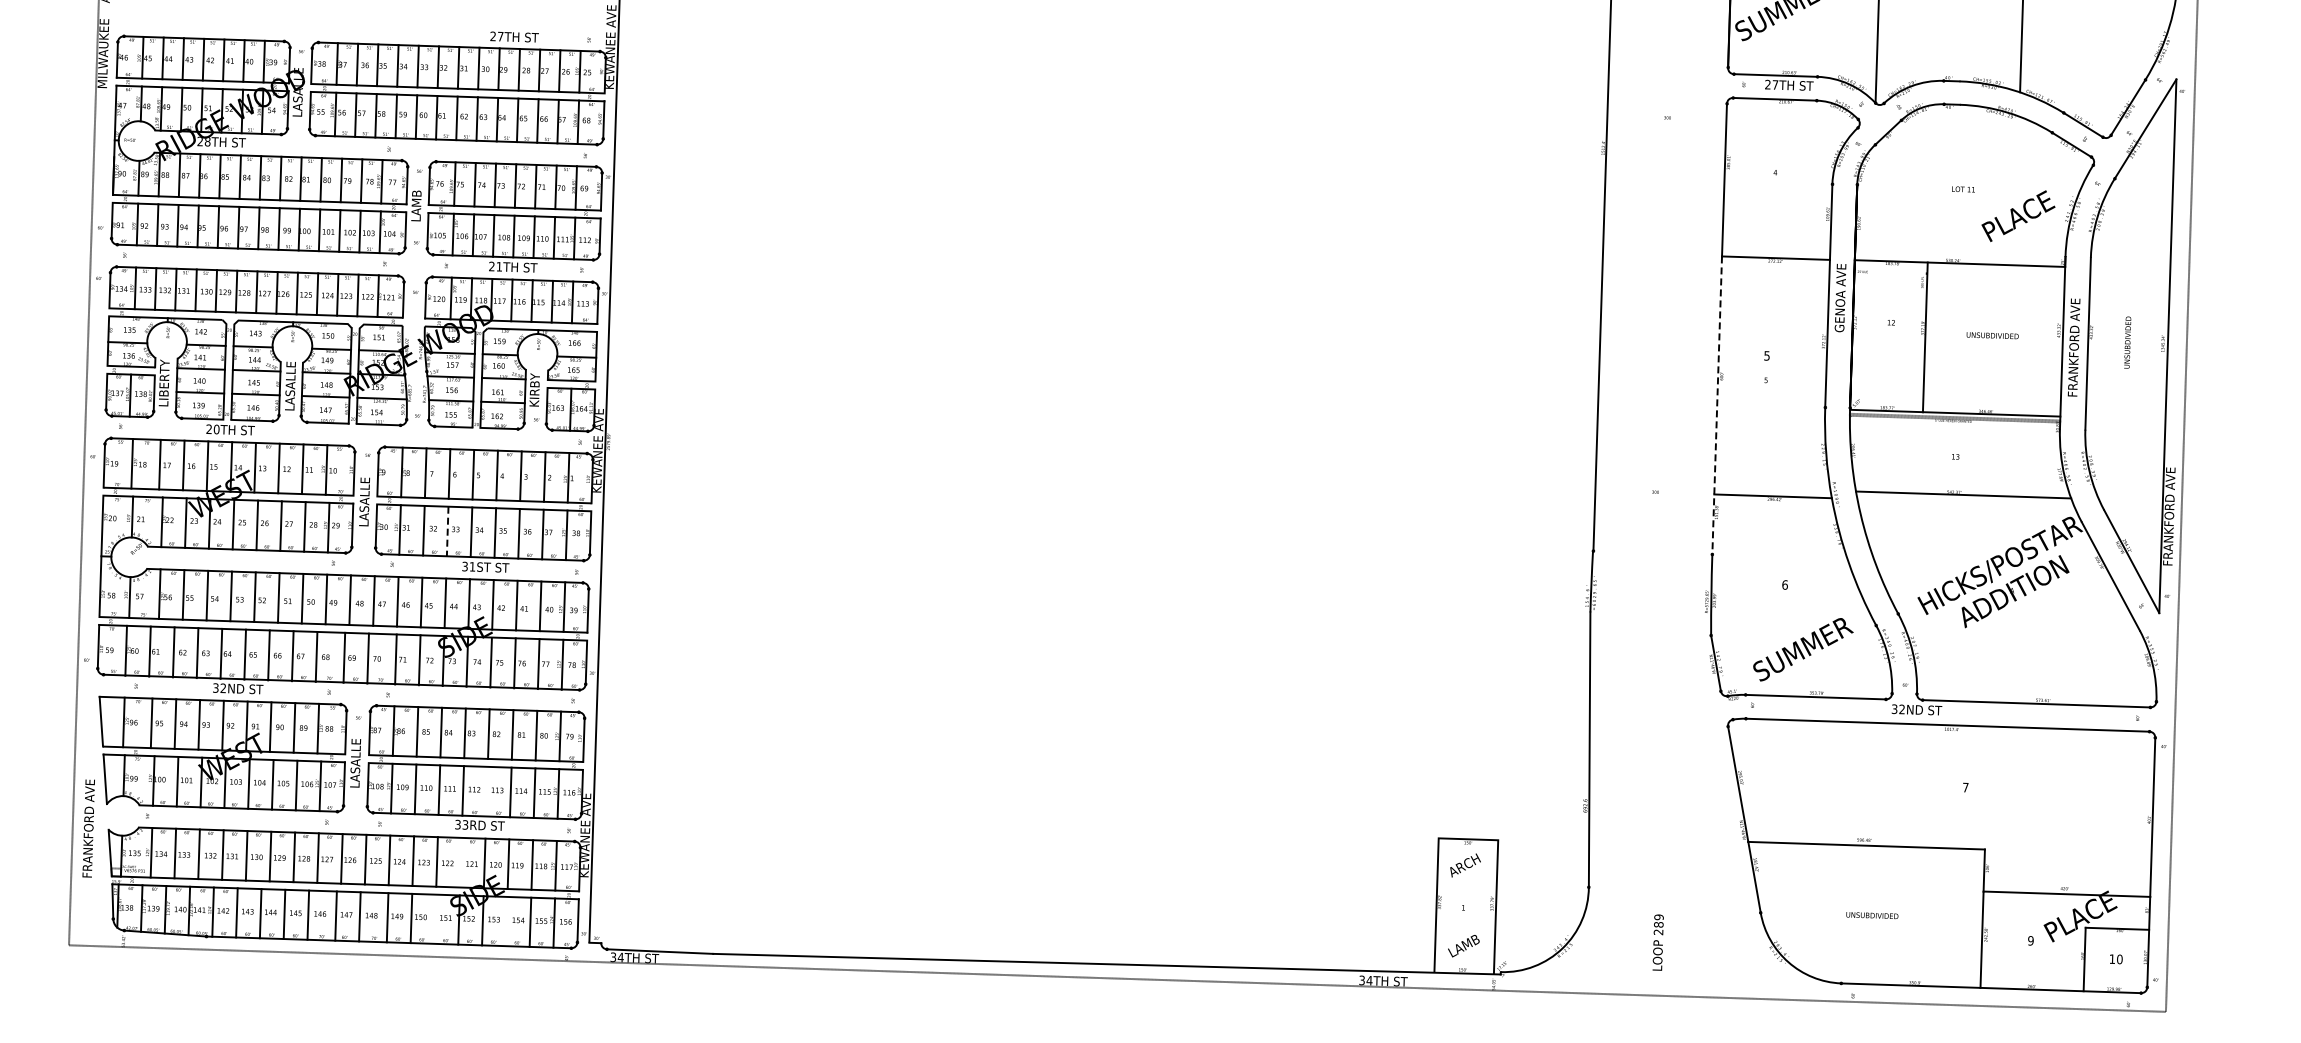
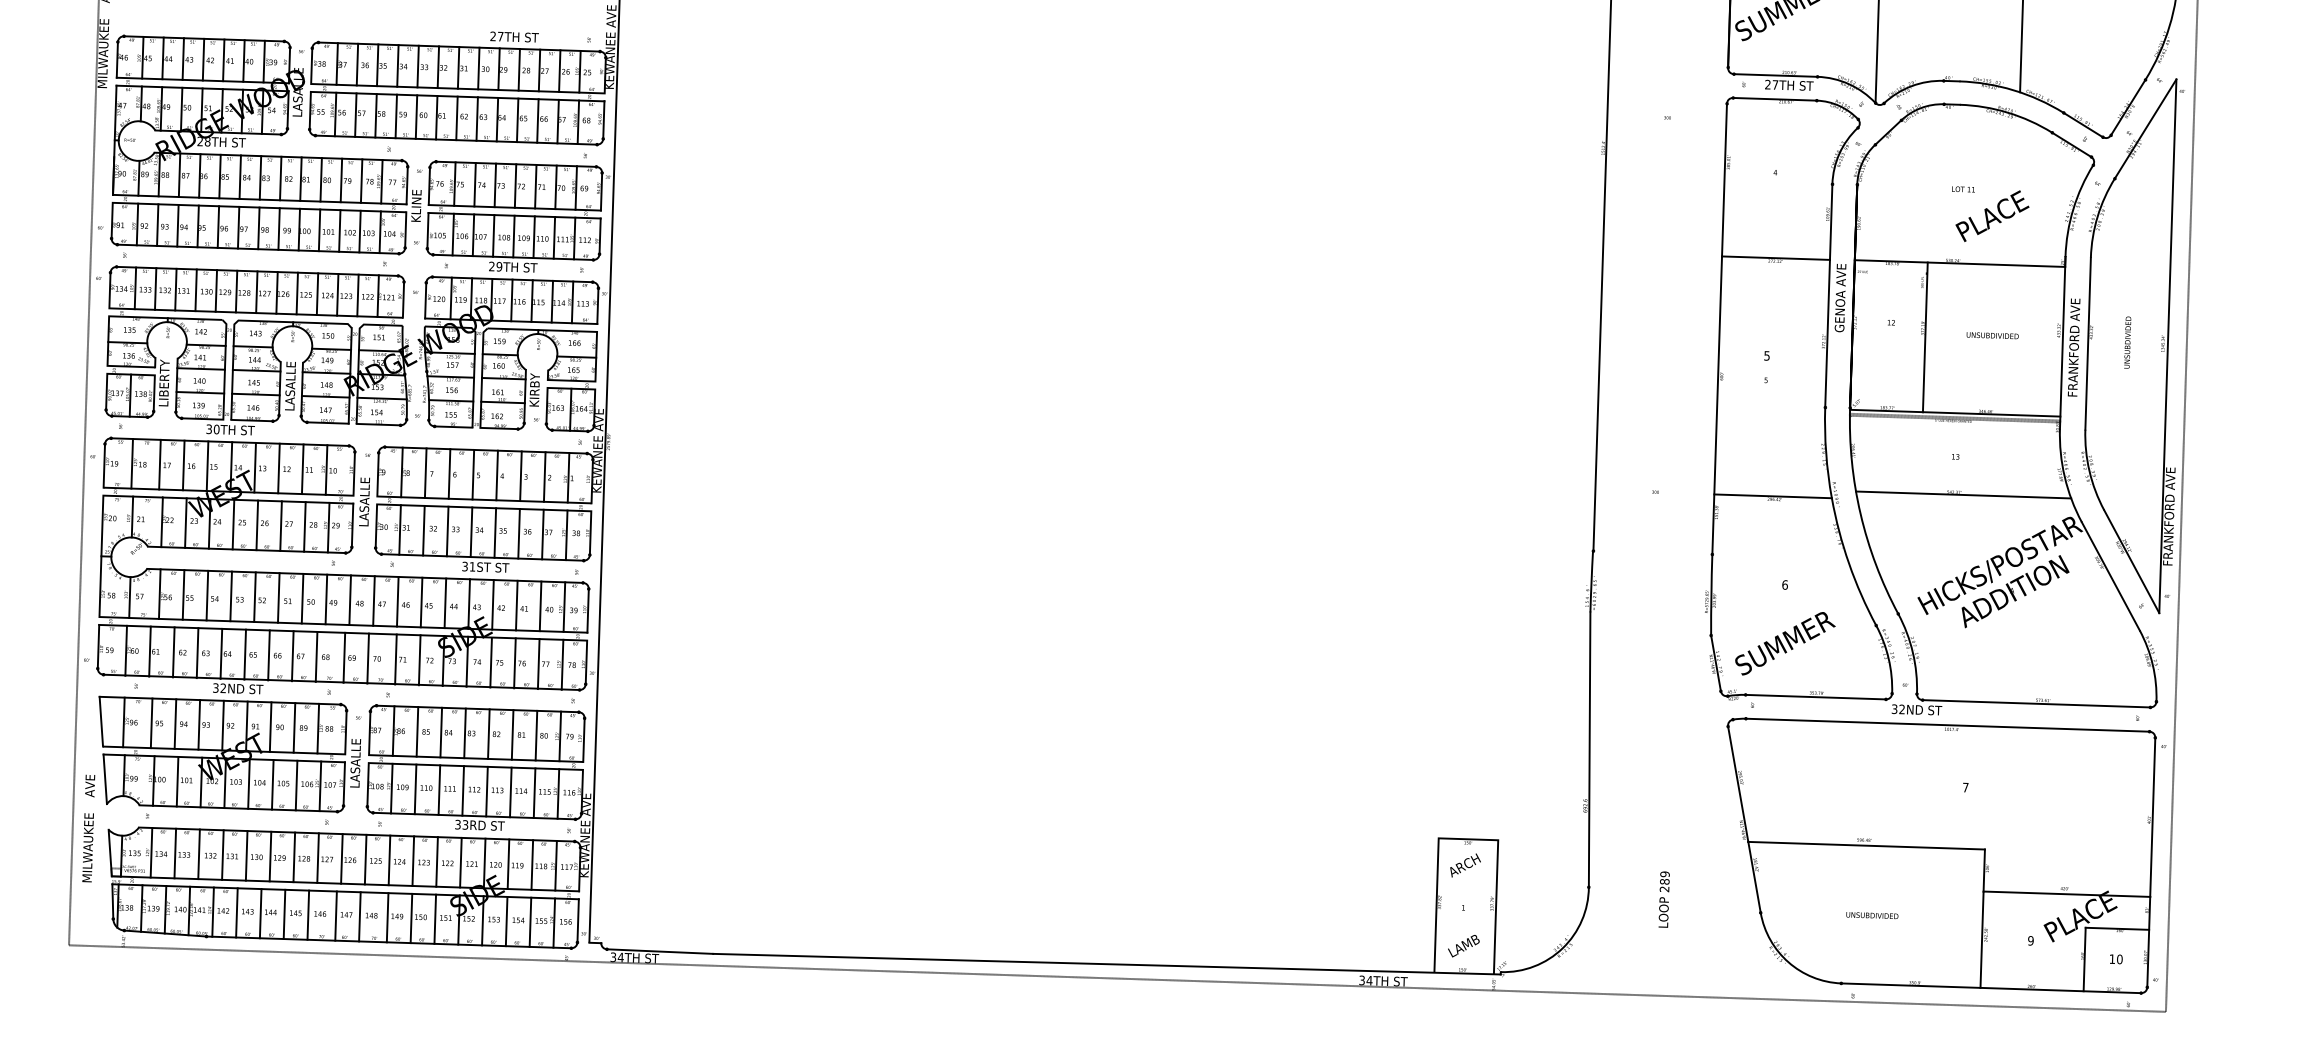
text at (416, 205): LAMB -> KLINE
text at (2018, 215) position: (2018, 215) -> (1992, 215)
text at (499, 266): 21TH -> 29TH
line at (1717, 406): dashed -> solid
text at (208, 429): 20TH -> 30TH
line at (447, 531): dashed -> solid
text at (1803, 649) position: (1803, 649) -> (1785, 643)
line at (486, 791): none -> present
text at (88, 828): FRANKFORD AVE -> MILWAUKEE    AVE
line at (460, 862): none -> present
line at (435, 918): none -> present
line at (506, 921): none -> present
text at (1657, 942) position: (1657, 942) -> (1663, 899)
